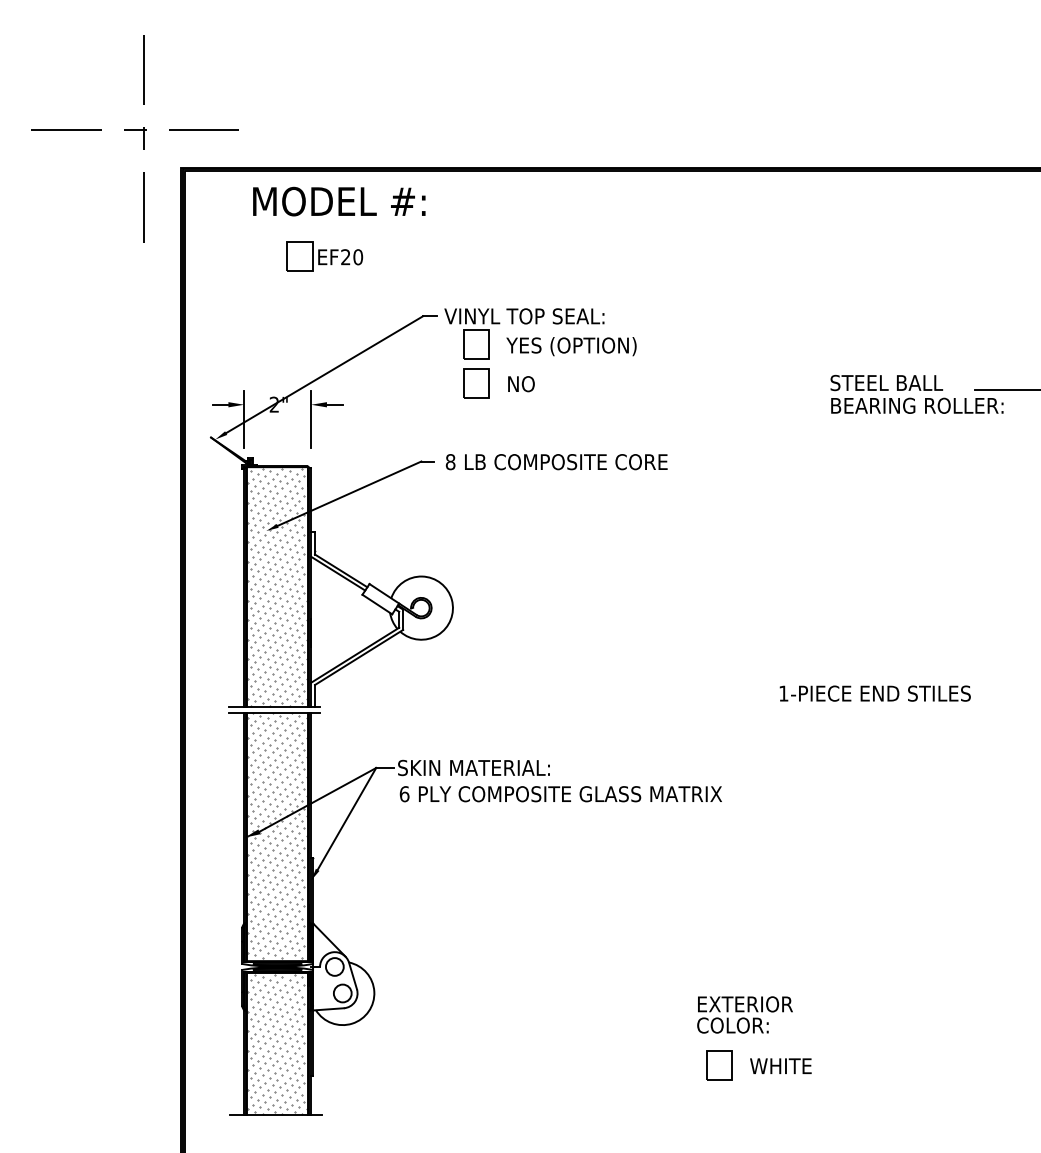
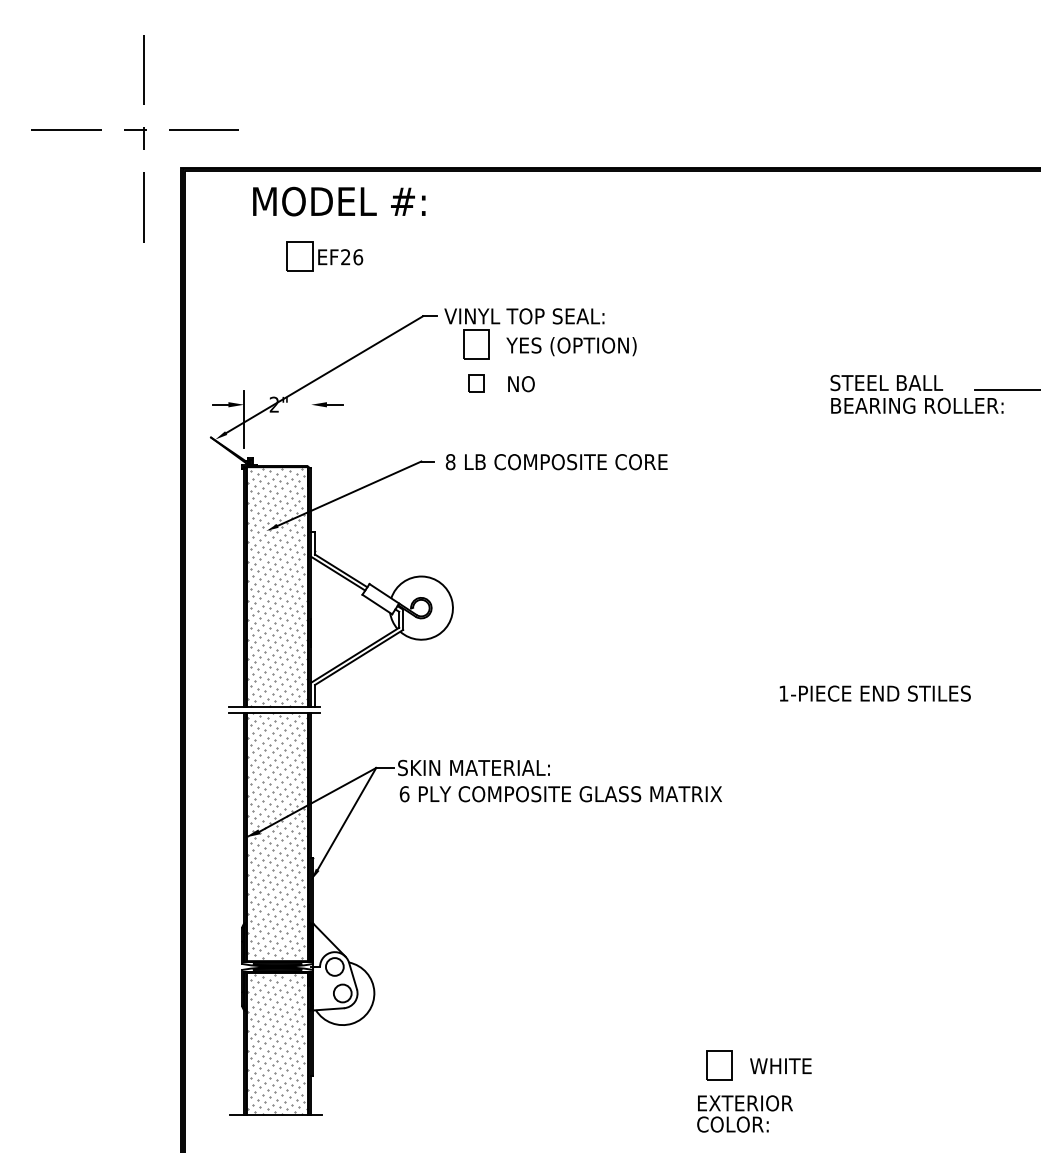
text at (358, 257): EF20 -> EF26
part at (476, 383) size: 27x31 px -> 17x19 px
line at (311, 419): present -> none
text at (744, 1014) position: (744, 1014) -> (744, 1113)
